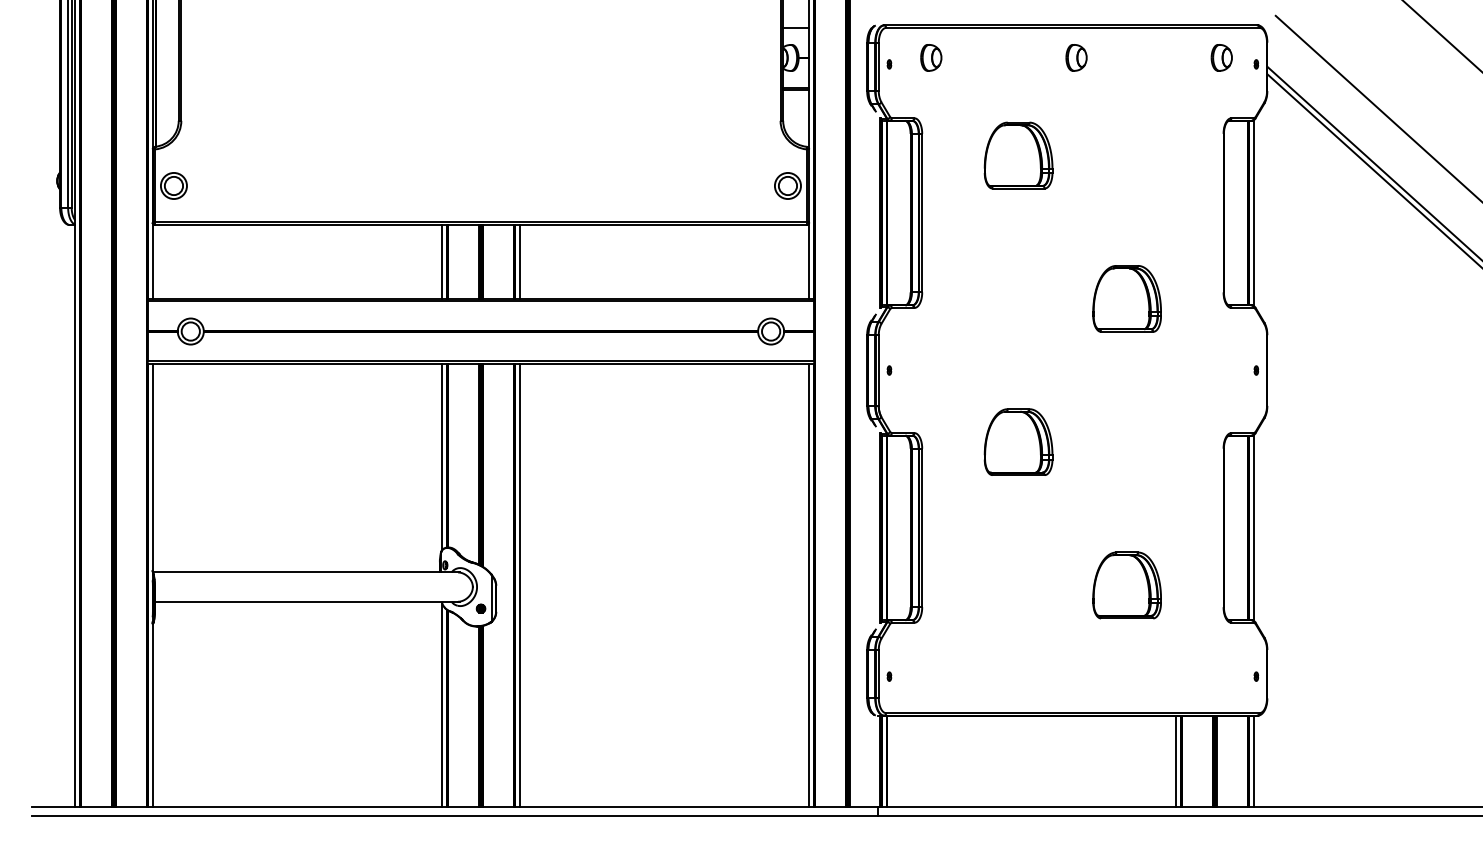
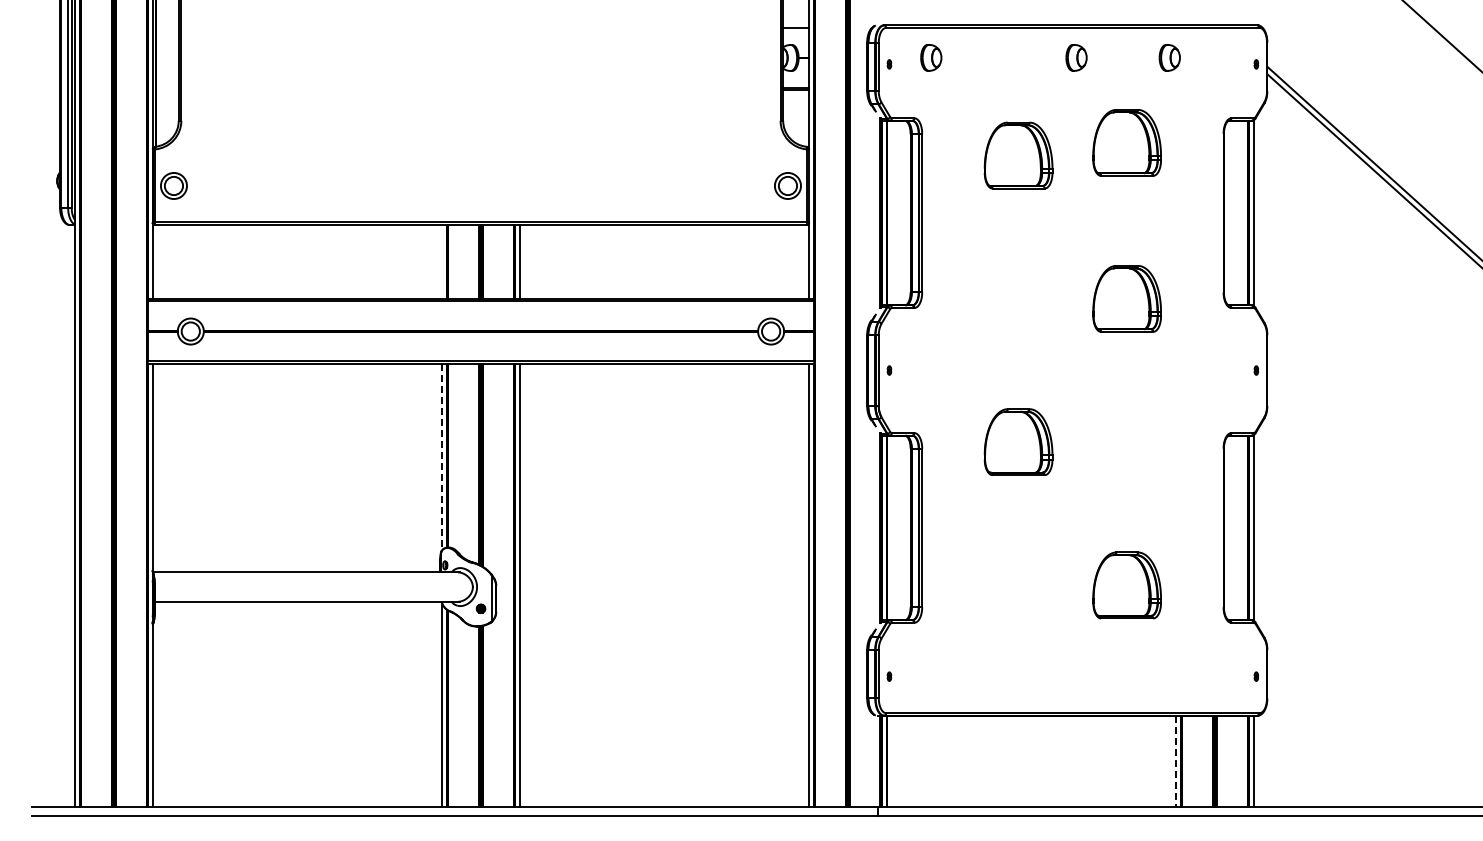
part at (1221, 57) position: (1221, 57) -> (1169, 57)
line at (1377, 107): present -> none
part at (1126, 142): none -> present
line at (442, 261): present -> none
line at (442, 457): solid -> dashed
line at (1176, 761): solid -> dashed
